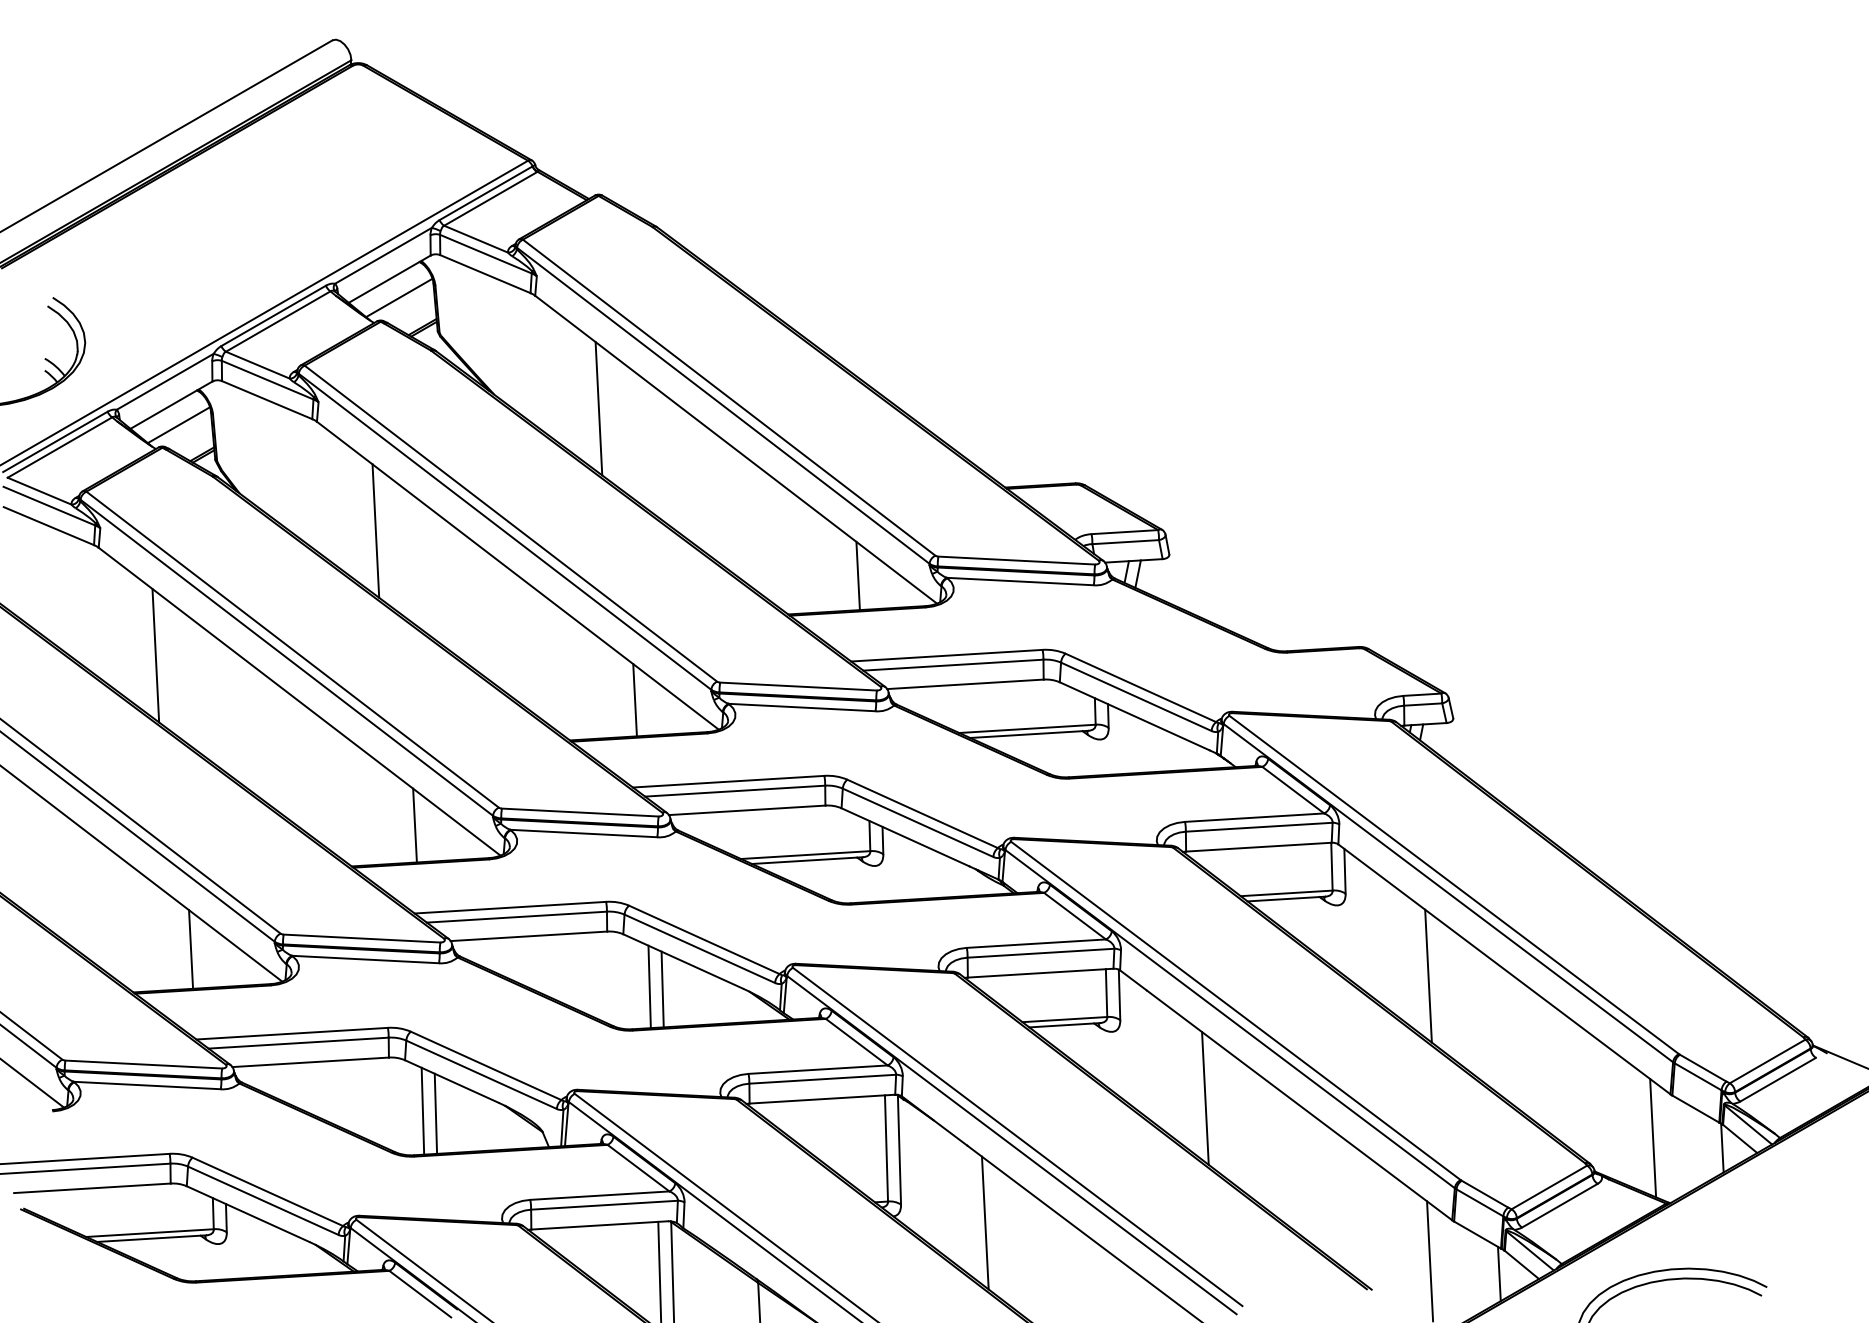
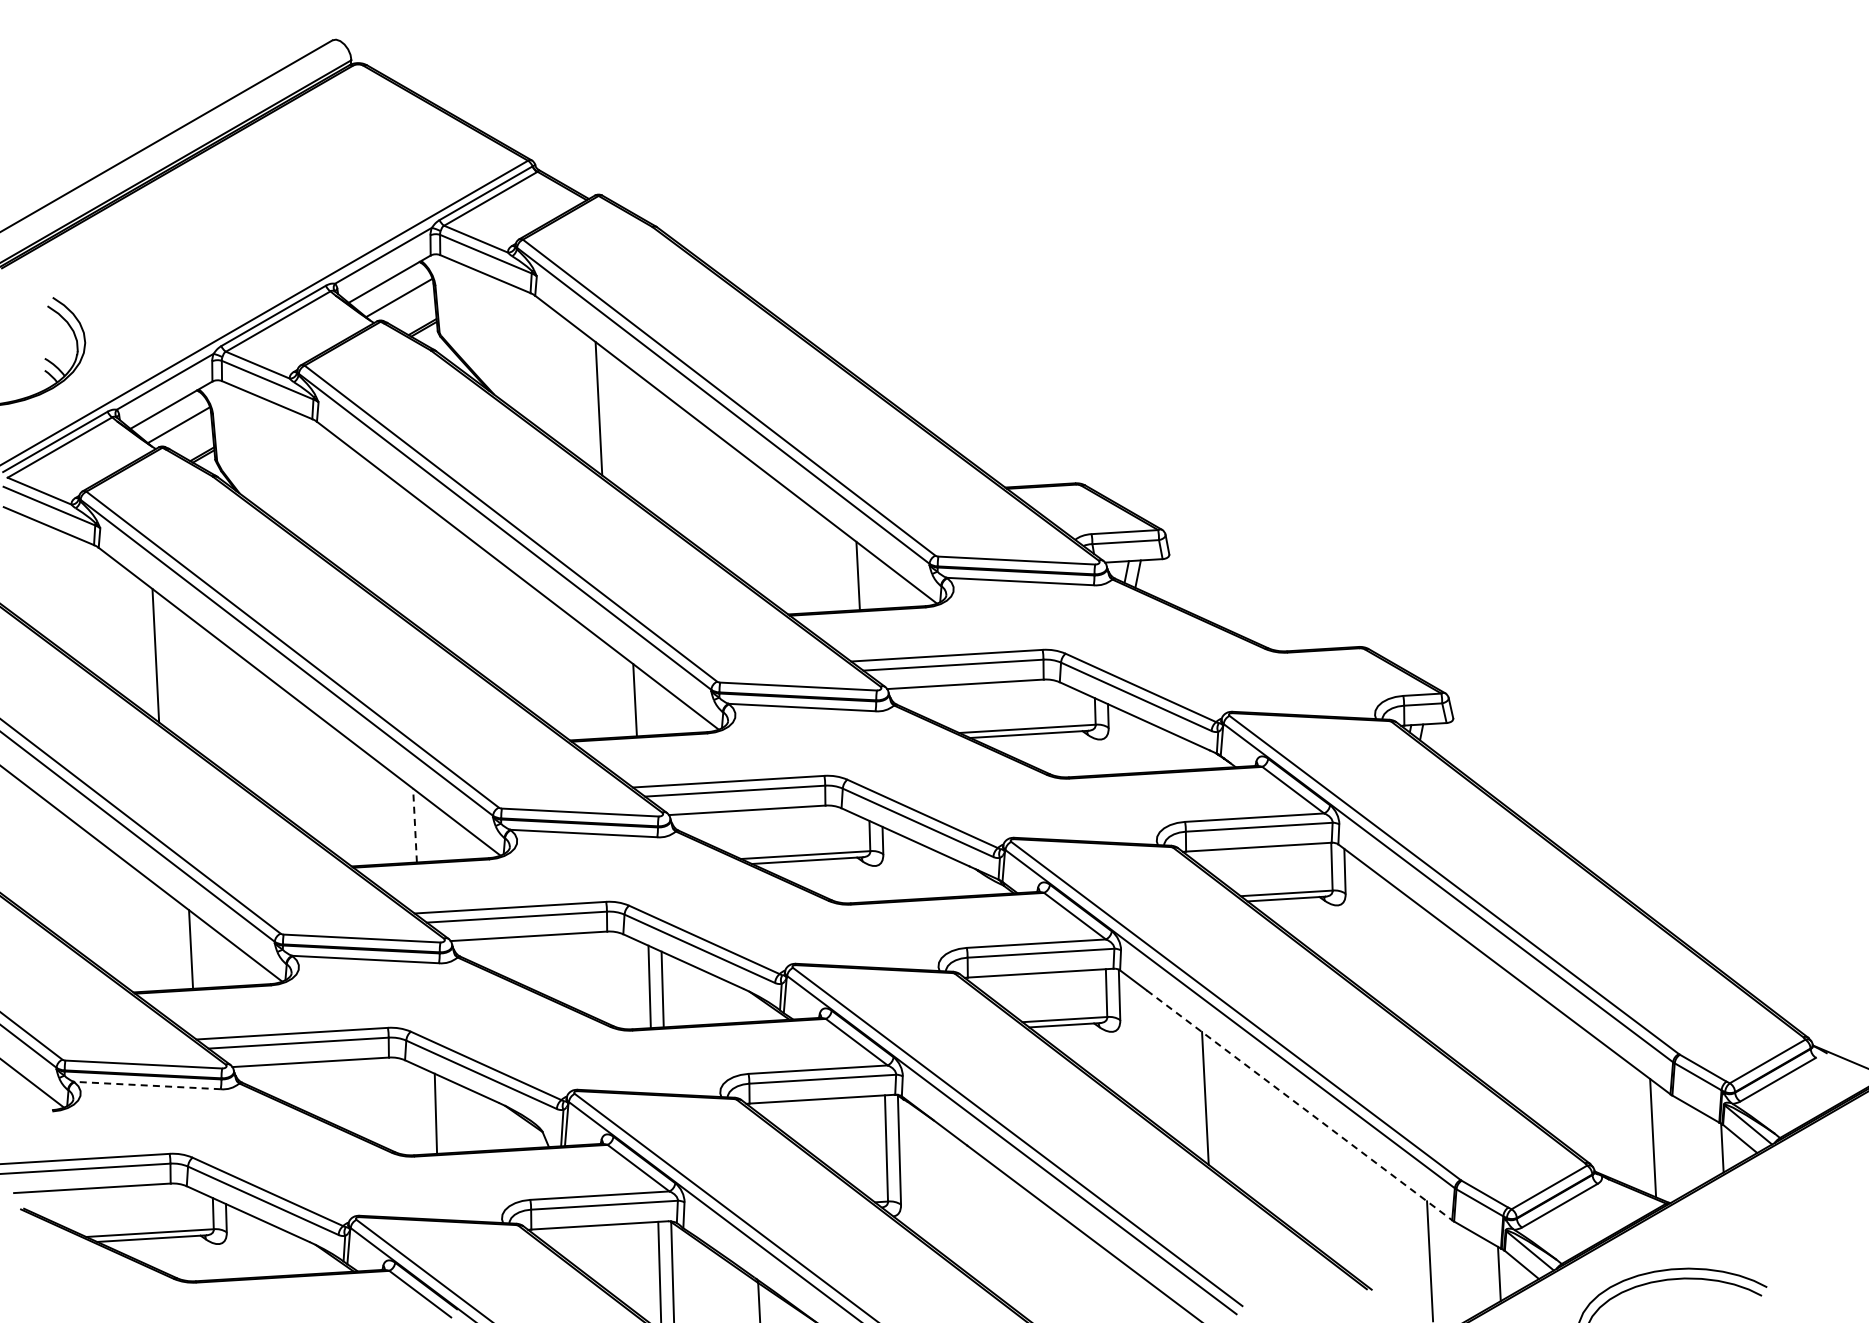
line at (375, 530): present -> none
line at (415, 825): solid -> dashed
line at (1428, 975): present -> none
line at (147, 1085): solid -> dashed
line at (1299, 1105): solid -> dashed
line at (422, 1110): present -> none
line at (984, 1222): present -> none
